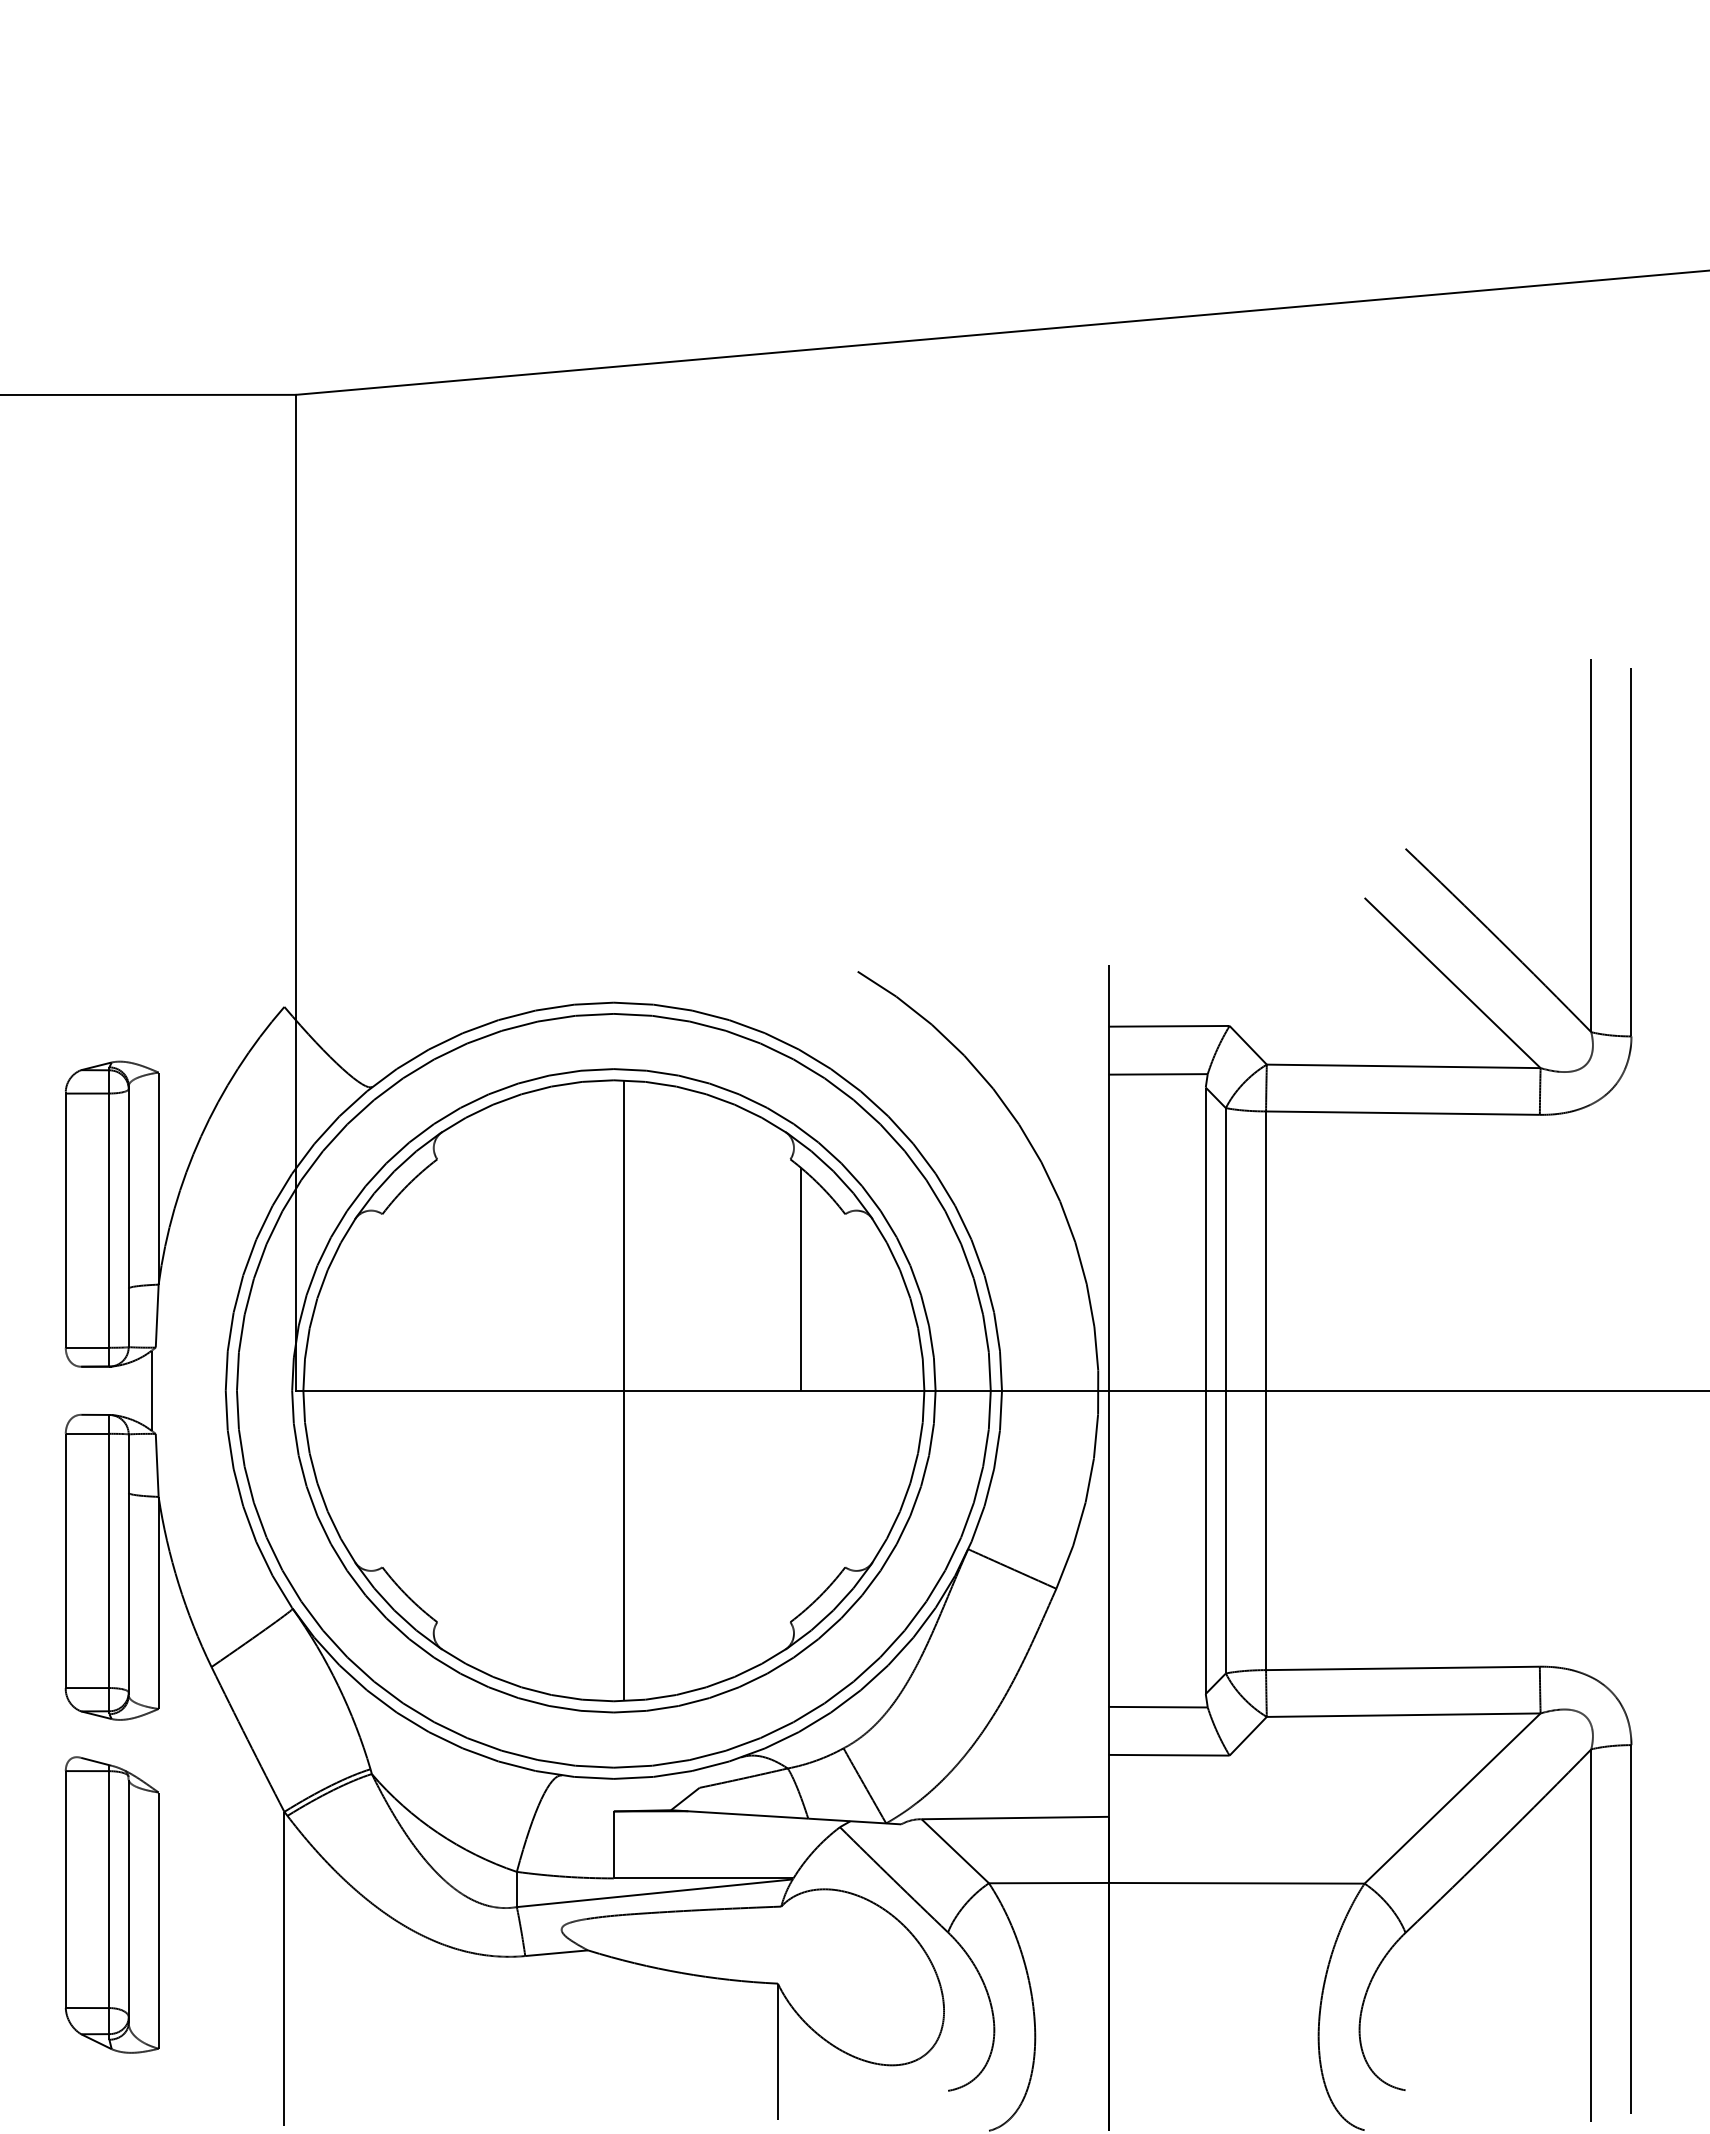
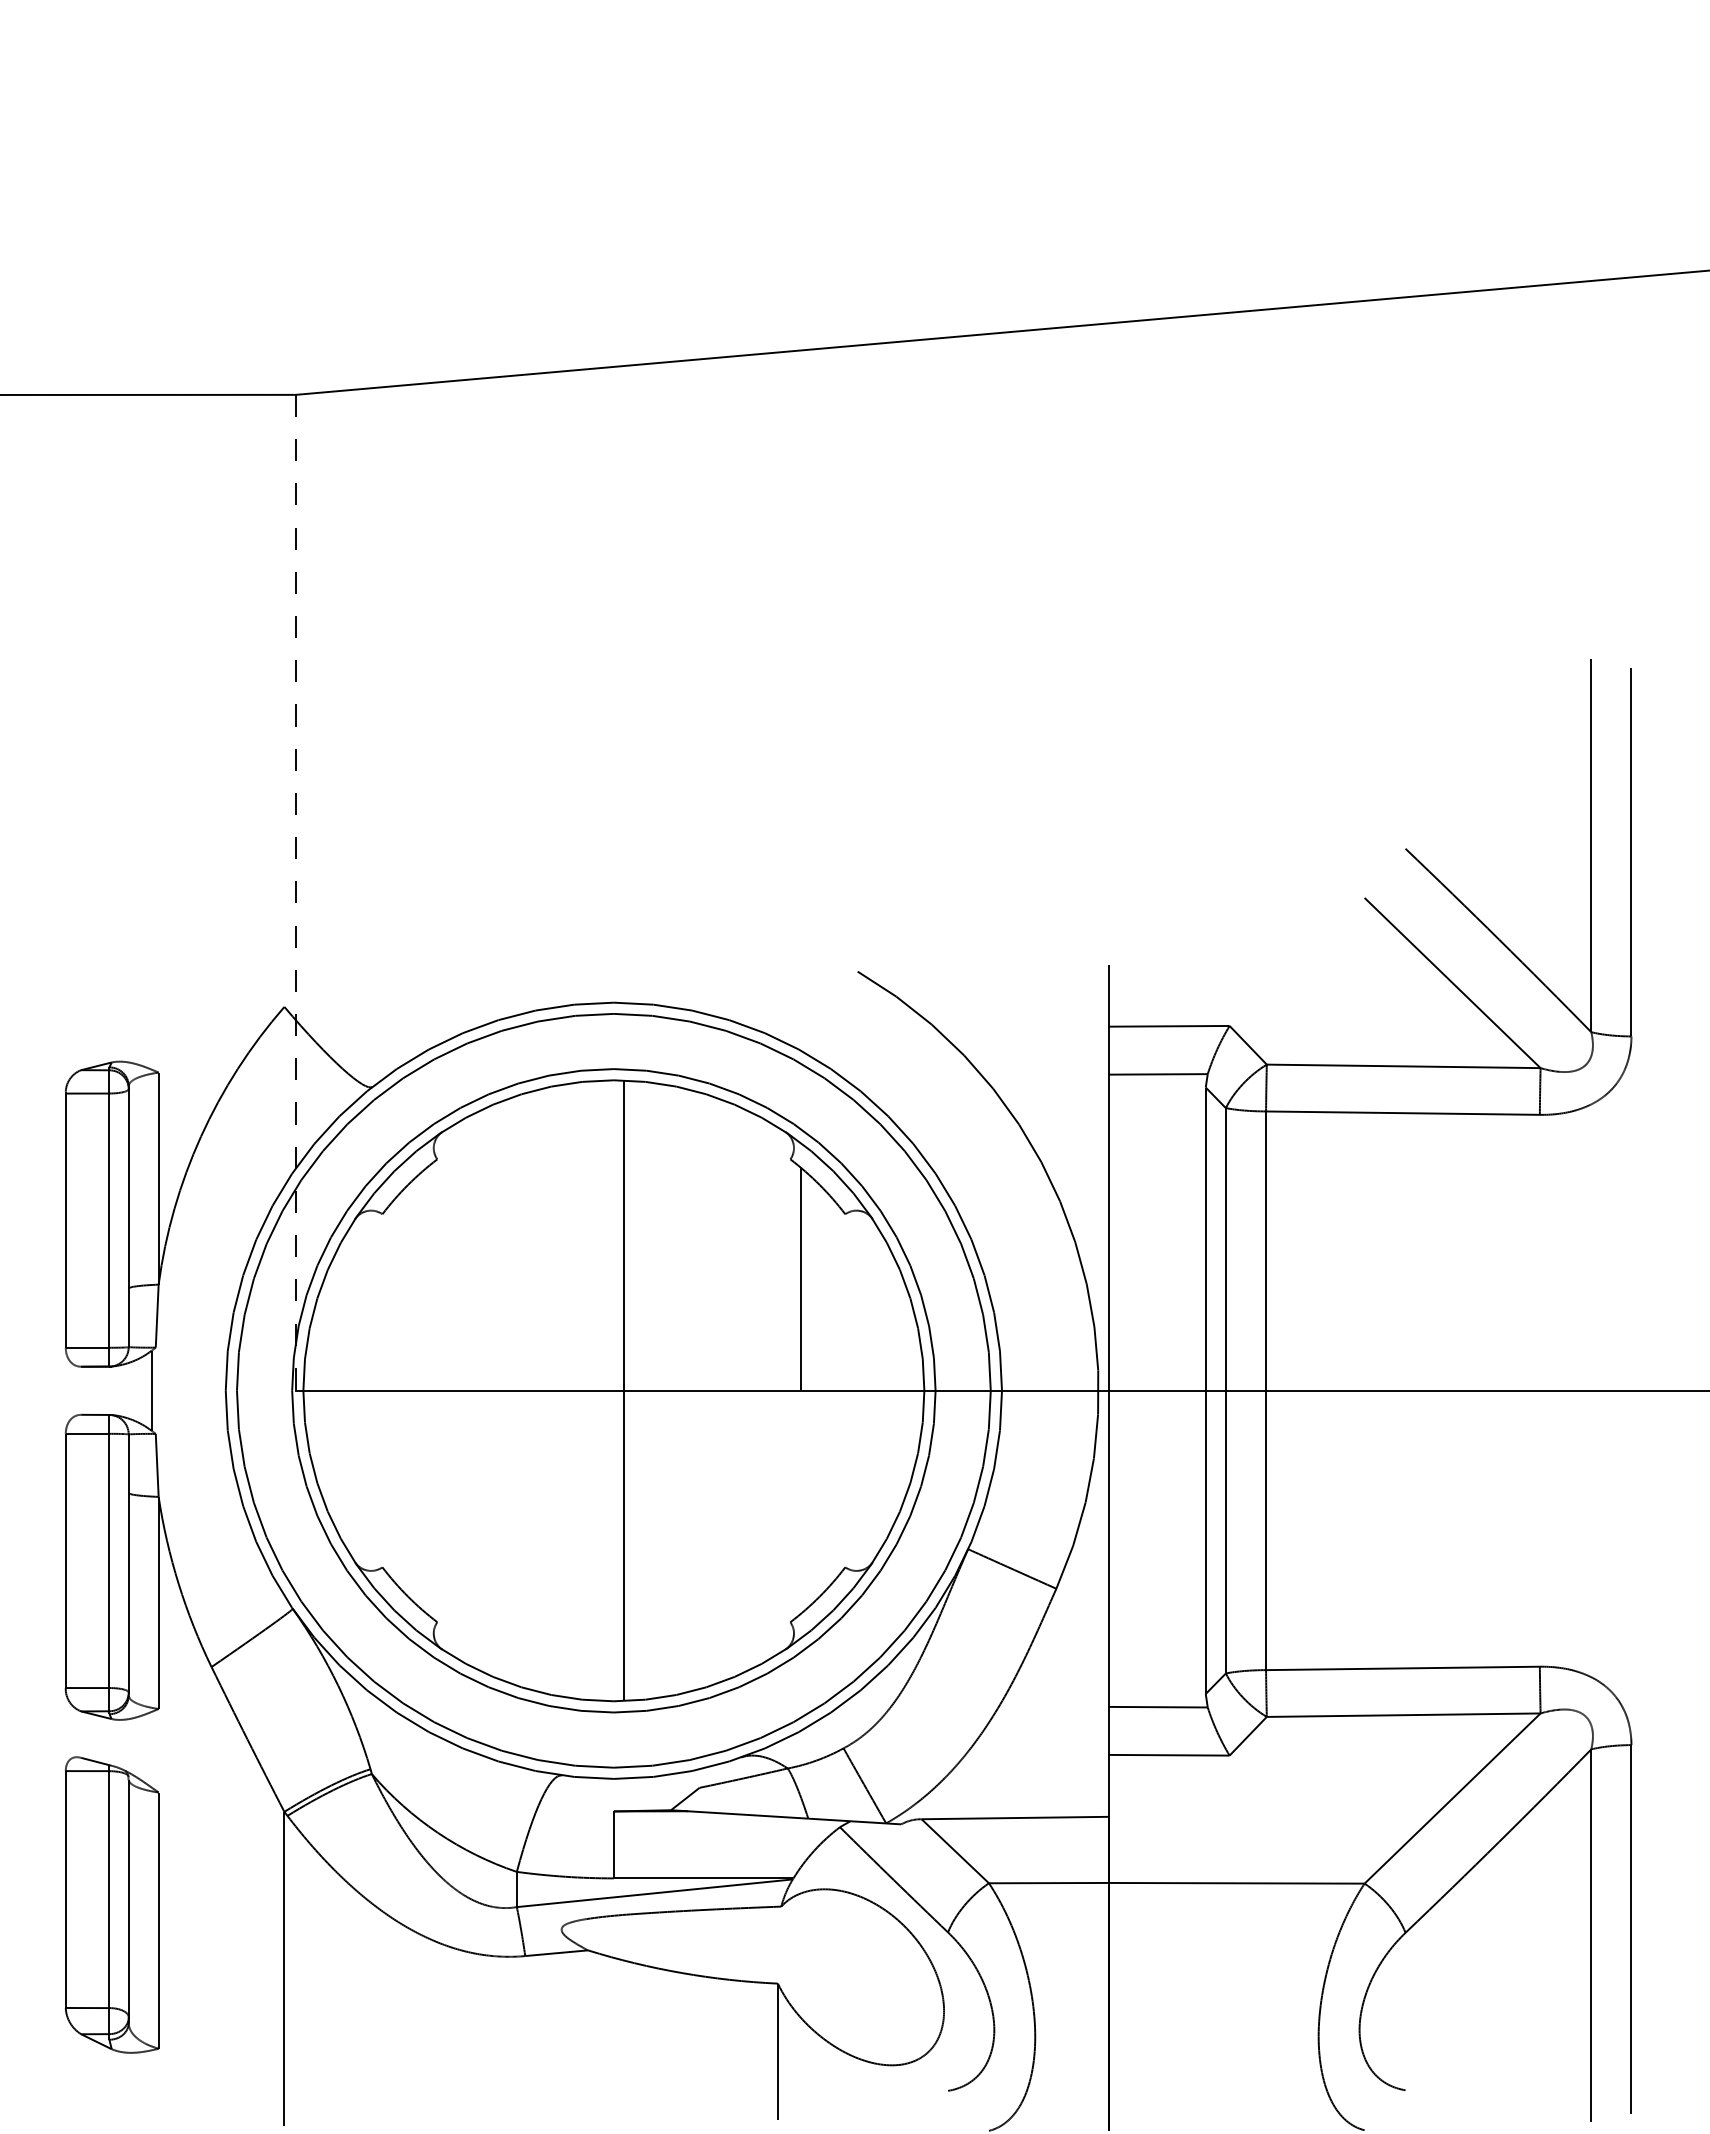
line at (295, 892): solid -> dashed
